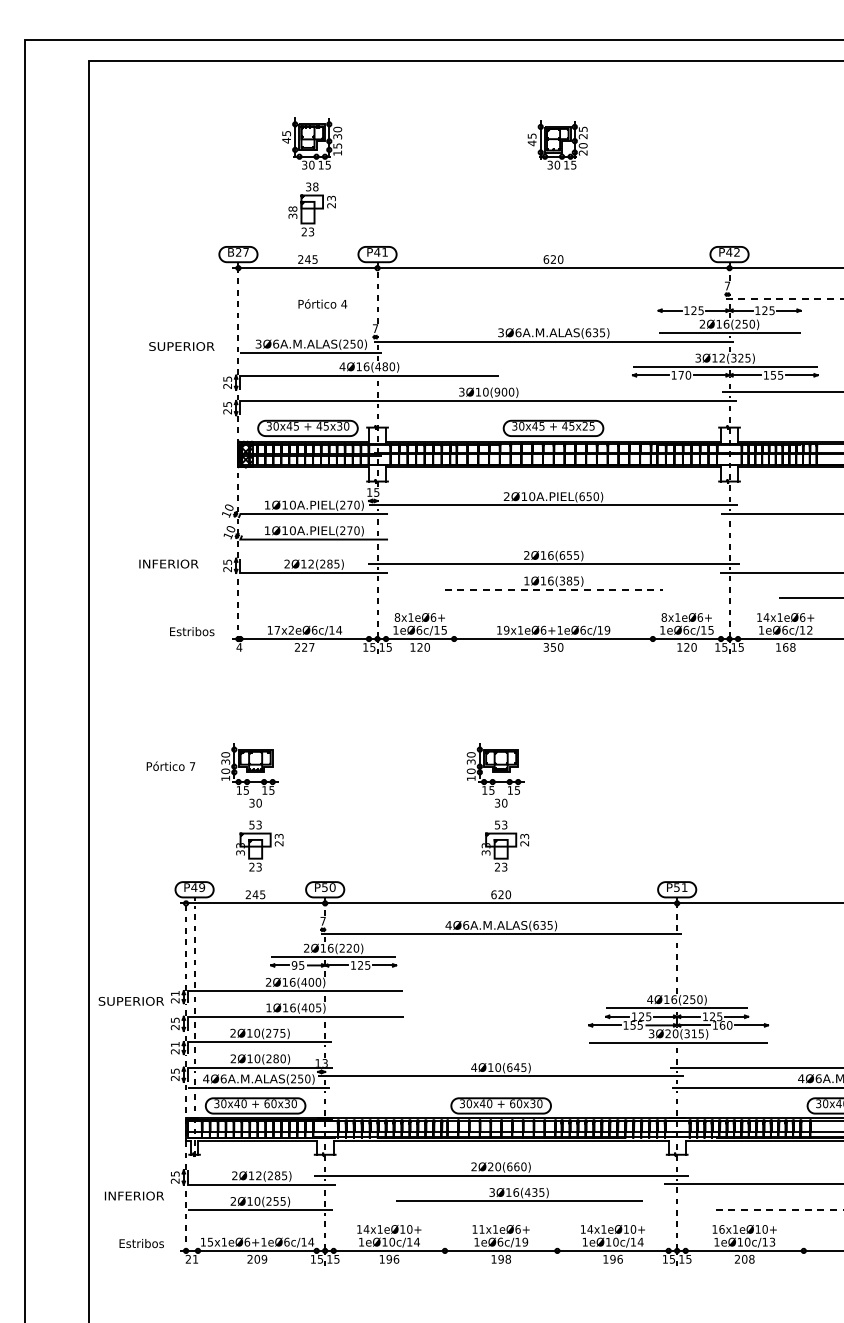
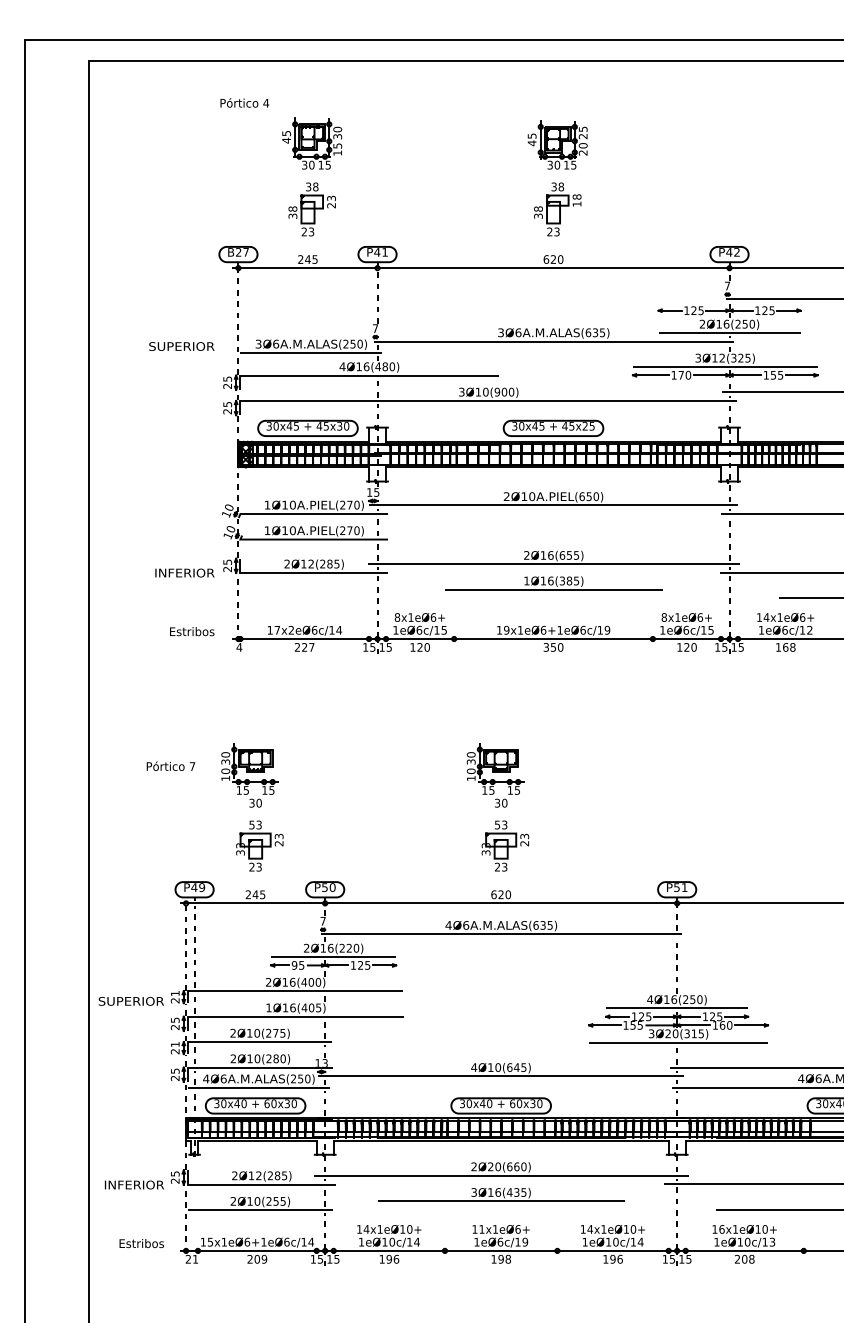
part at (557, 209): none -> present
line at (784, 299): dashed -> solid
text at (322, 303) position: (322, 303) -> (244, 102)
text at (168, 563) position: (168, 563) -> (184, 572)
line at (554, 589): dashed -> solid
part at (519, 1194) position: (519, 1194) -> (501, 1194)
text at (133, 1195) position: (133, 1195) -> (133, 1184)
line at (779, 1209): dashed -> solid
